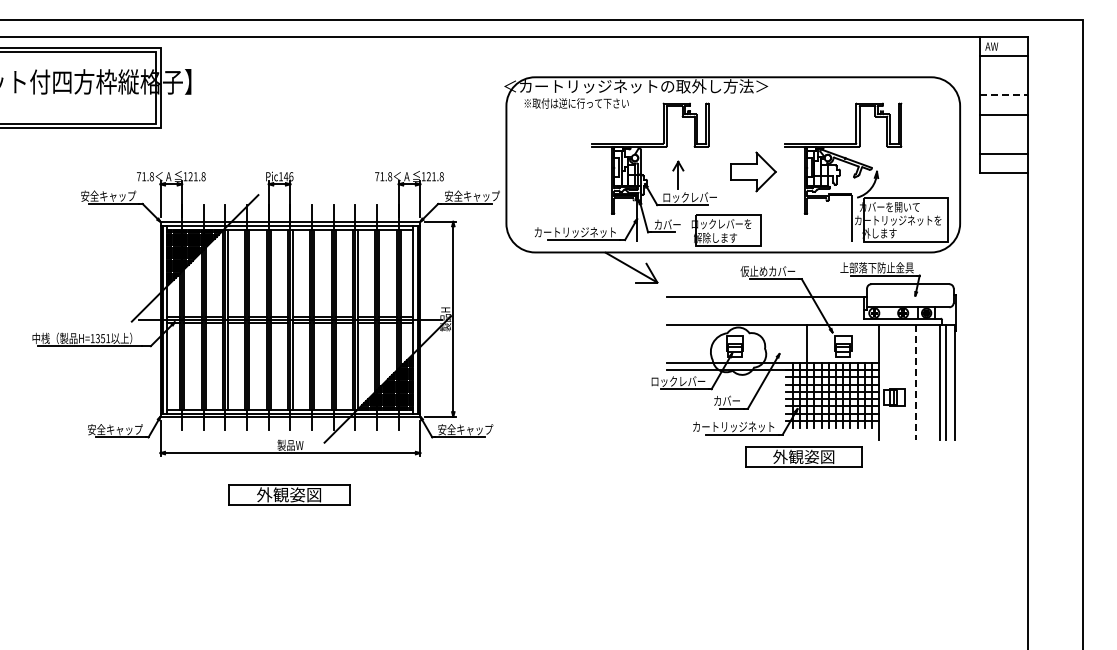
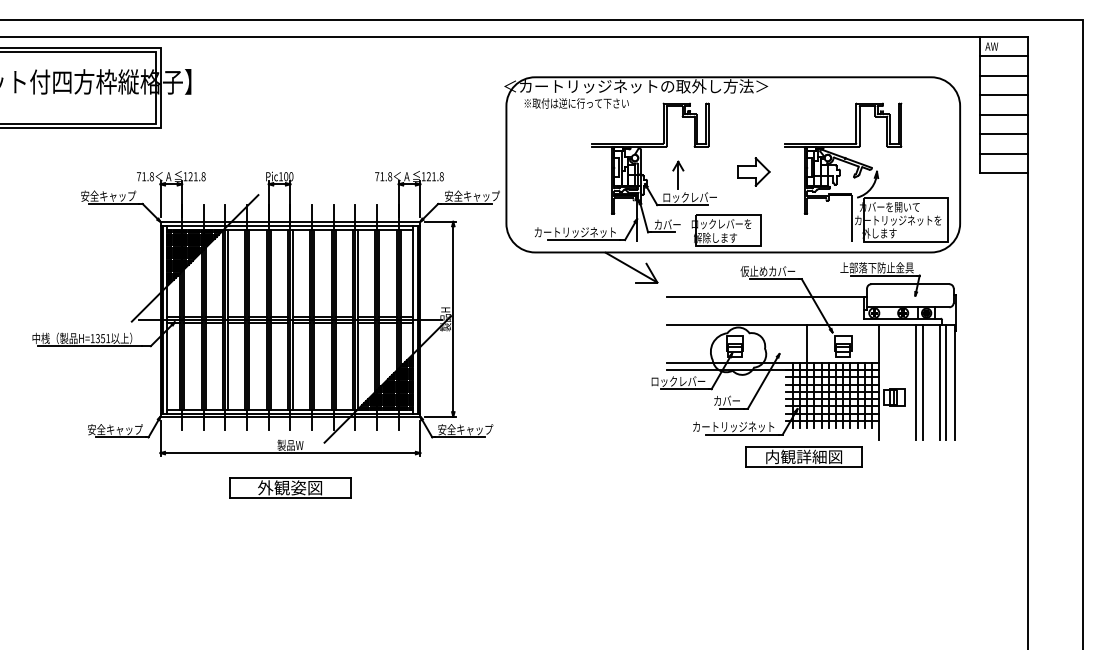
line at (1004, 75): none -> present
line at (1004, 95): dashed -> solid
line at (1004, 134): none -> present
part at (753, 171) size: 47x42 px -> 34x30 px
text at (288, 176): Pic146 -> Pic100
line at (923, 382): none -> present
line at (915, 383): dashed -> solid
text at (804, 456): 外観姿図 -> 内観詳細図
part at (289, 494) position: (289, 494) -> (290, 487)
